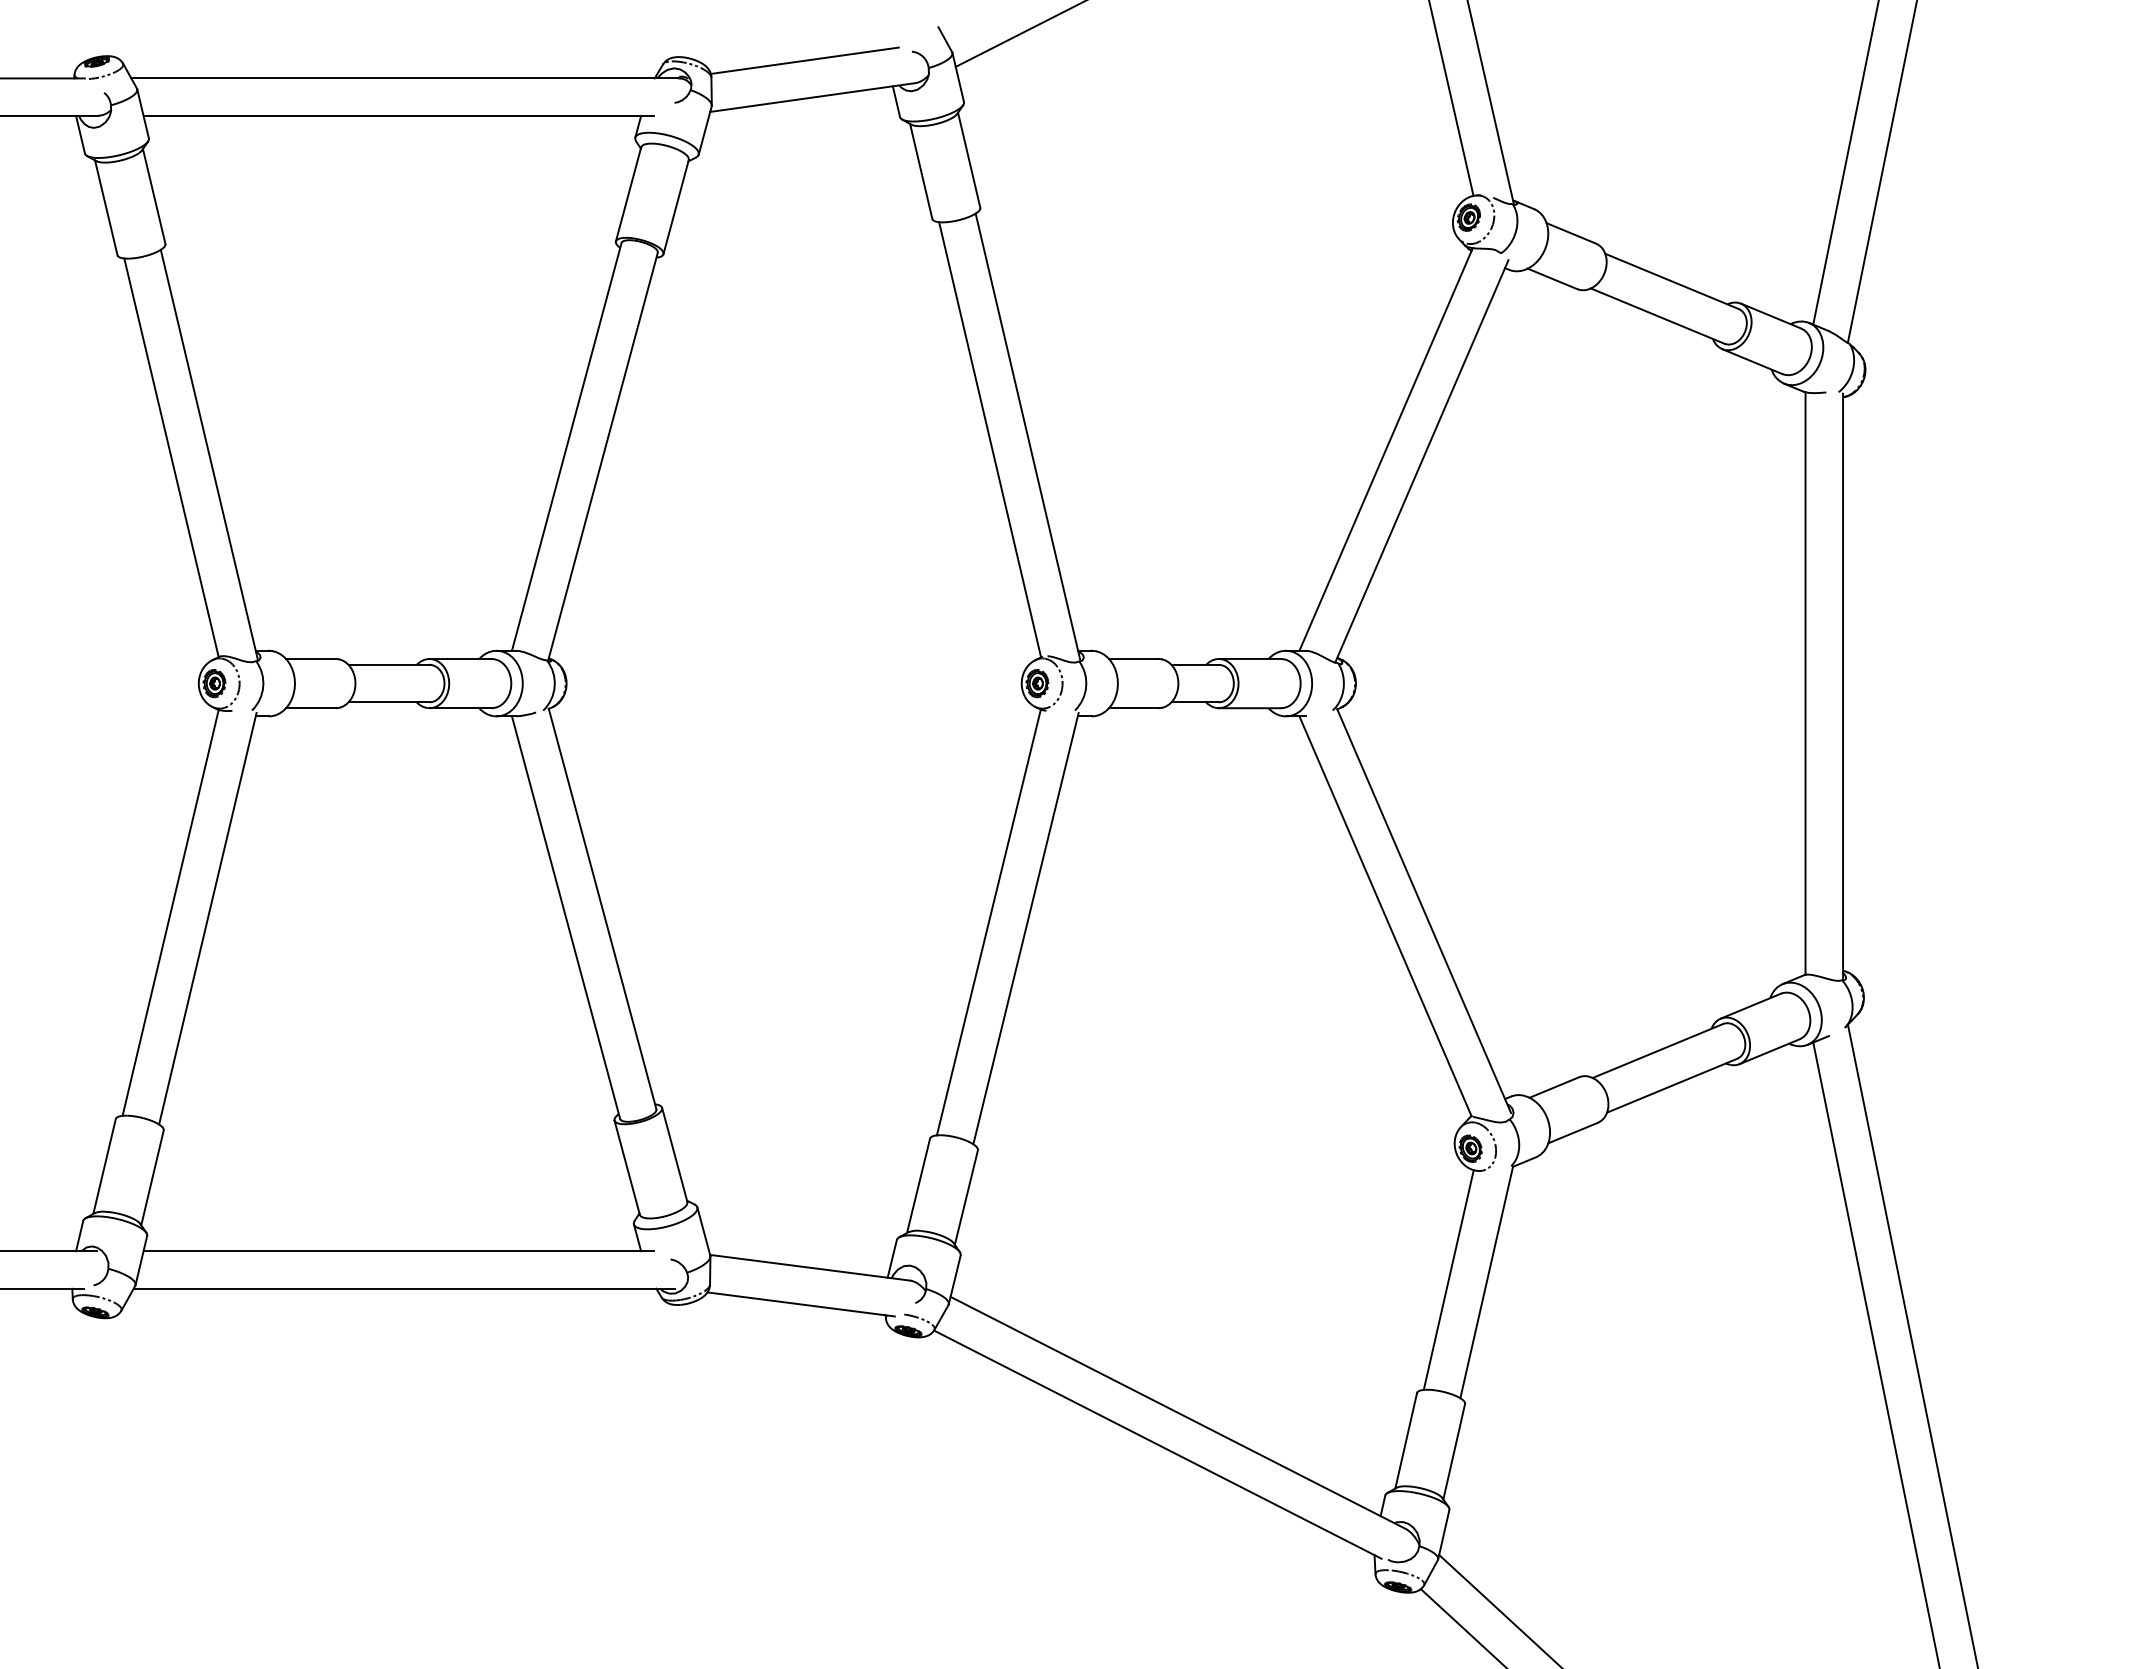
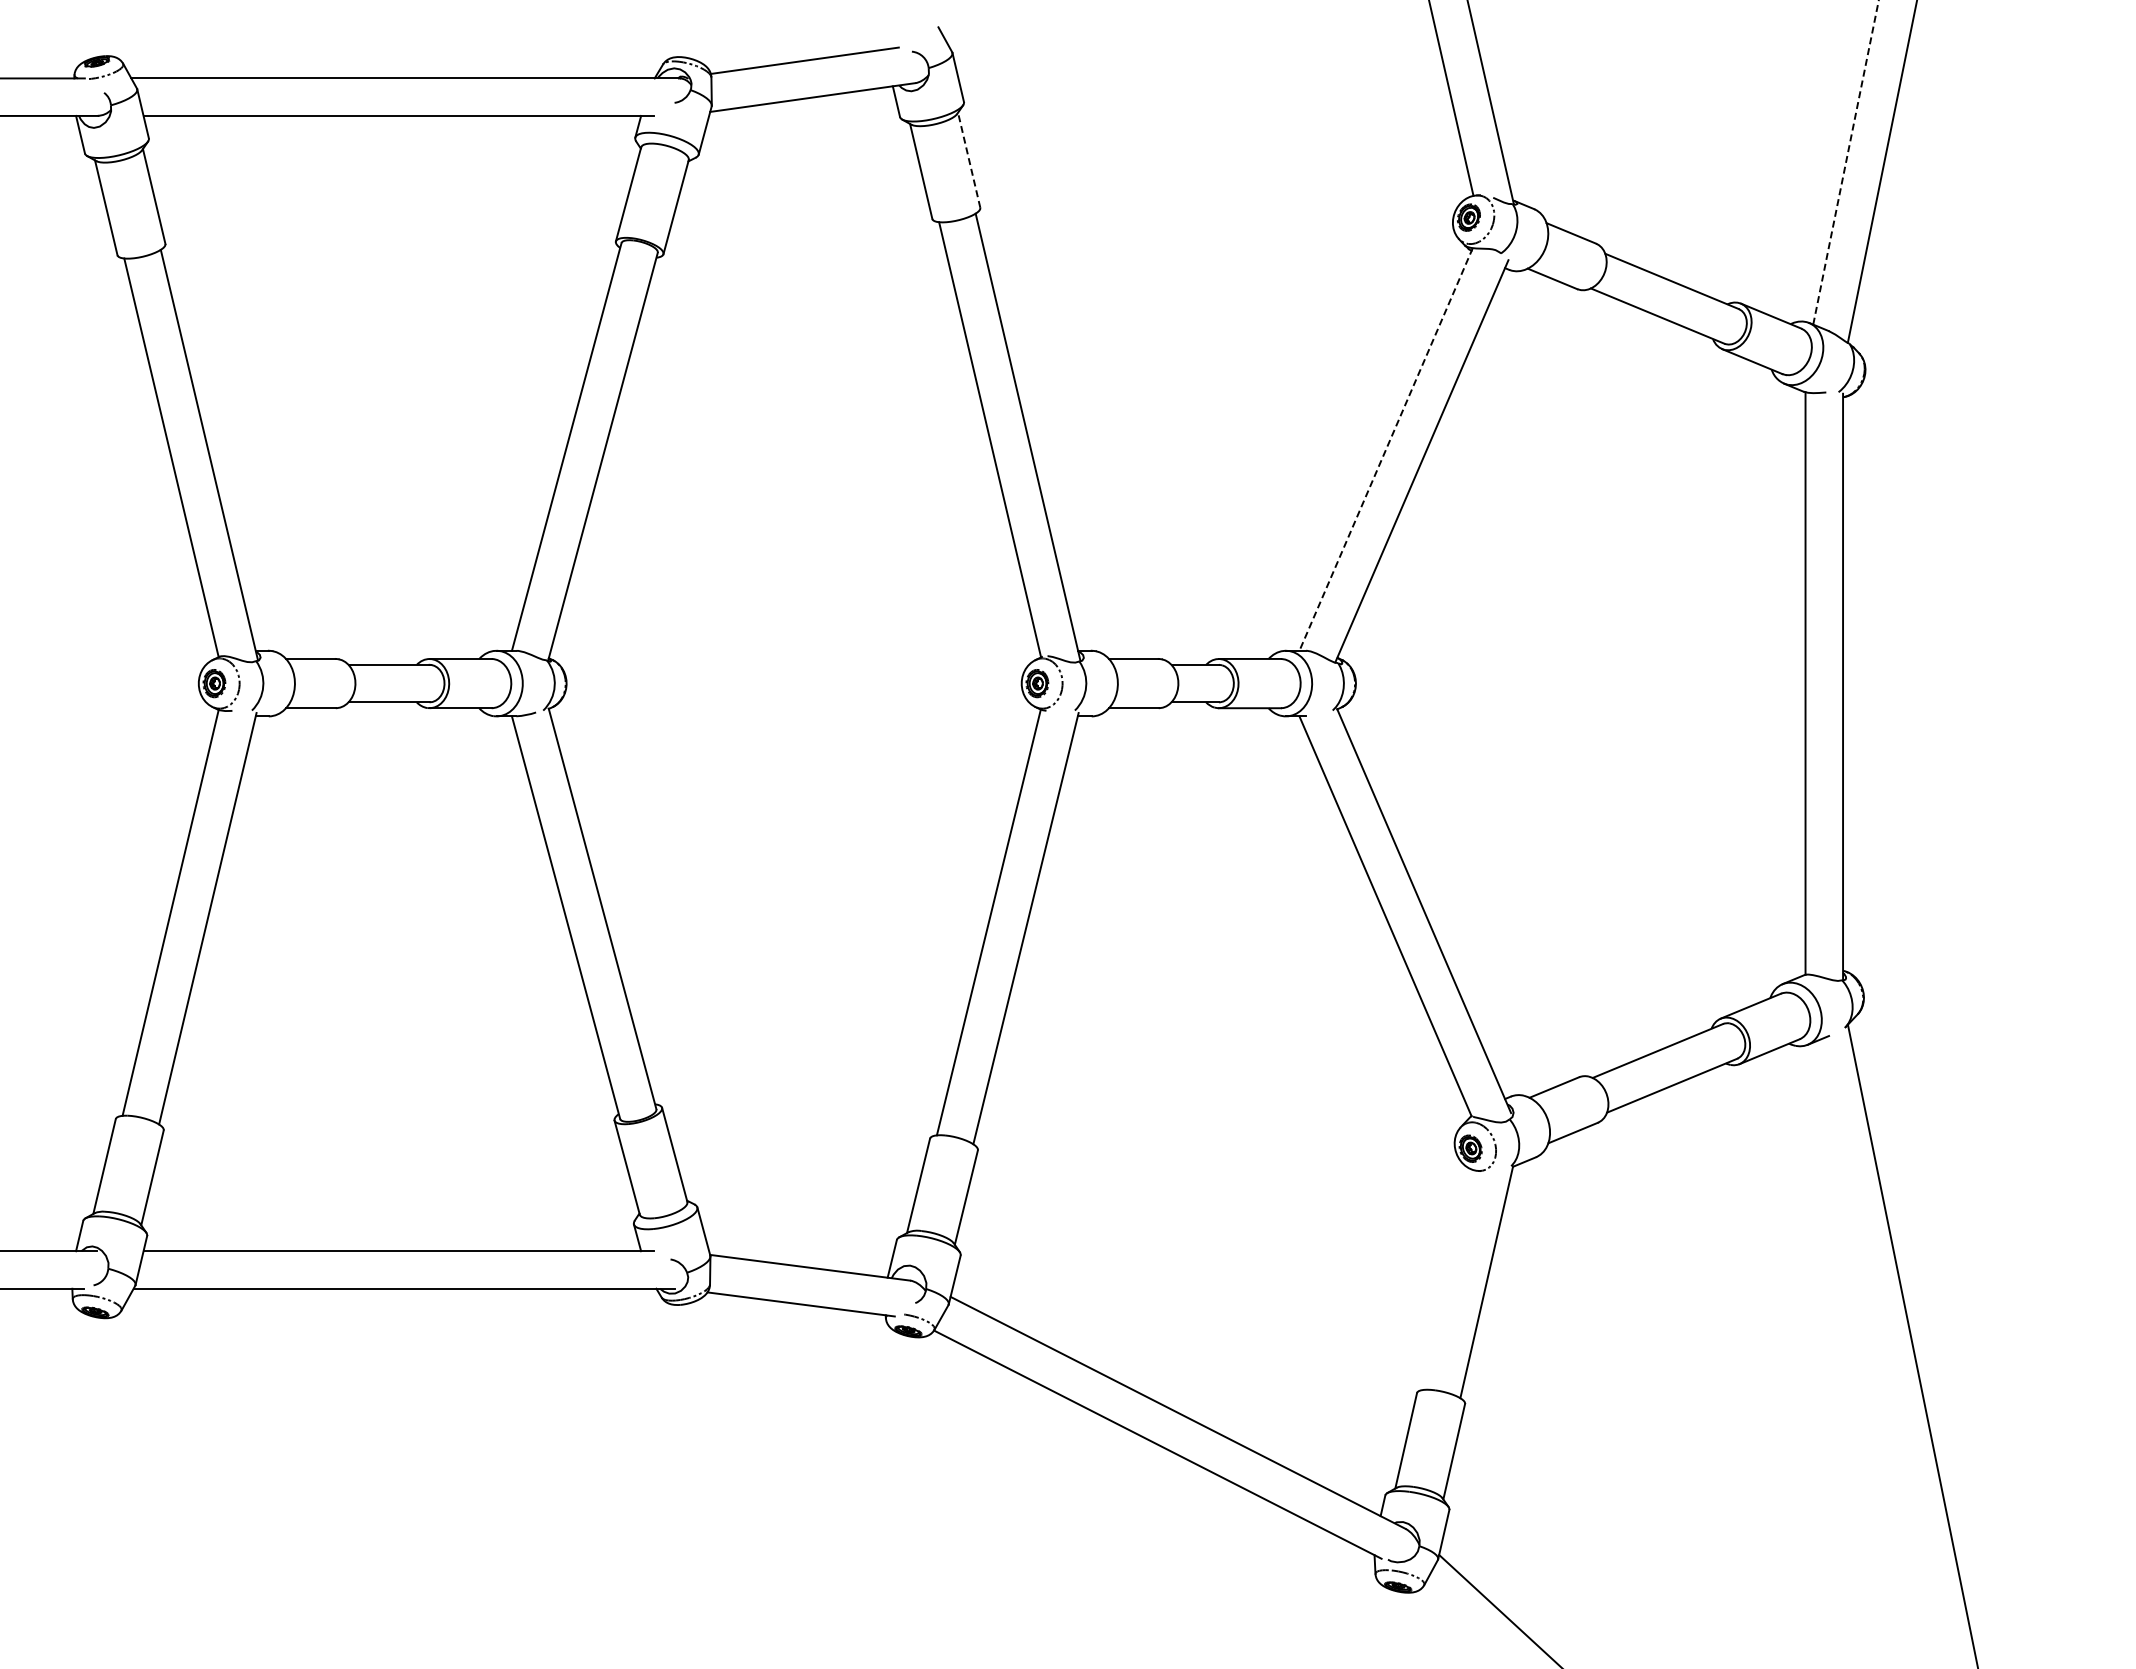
line at (1019, 34): present -> none
line at (969, 160): solid -> dashed
line at (1845, 163): solid -> dashed
line at (1385, 449): solid -> dashed
line at (1448, 1279): present -> none
line at (1876, 1353): present -> none
line at (1462, 1627): present -> none
